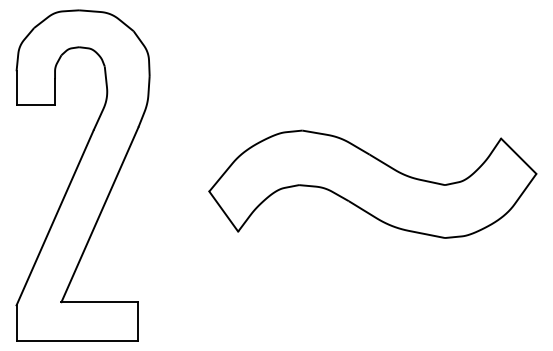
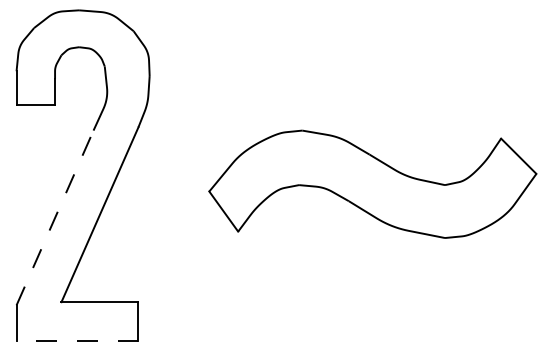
line at (55, 217): solid -> dashed
line at (77, 340): solid -> dashed
